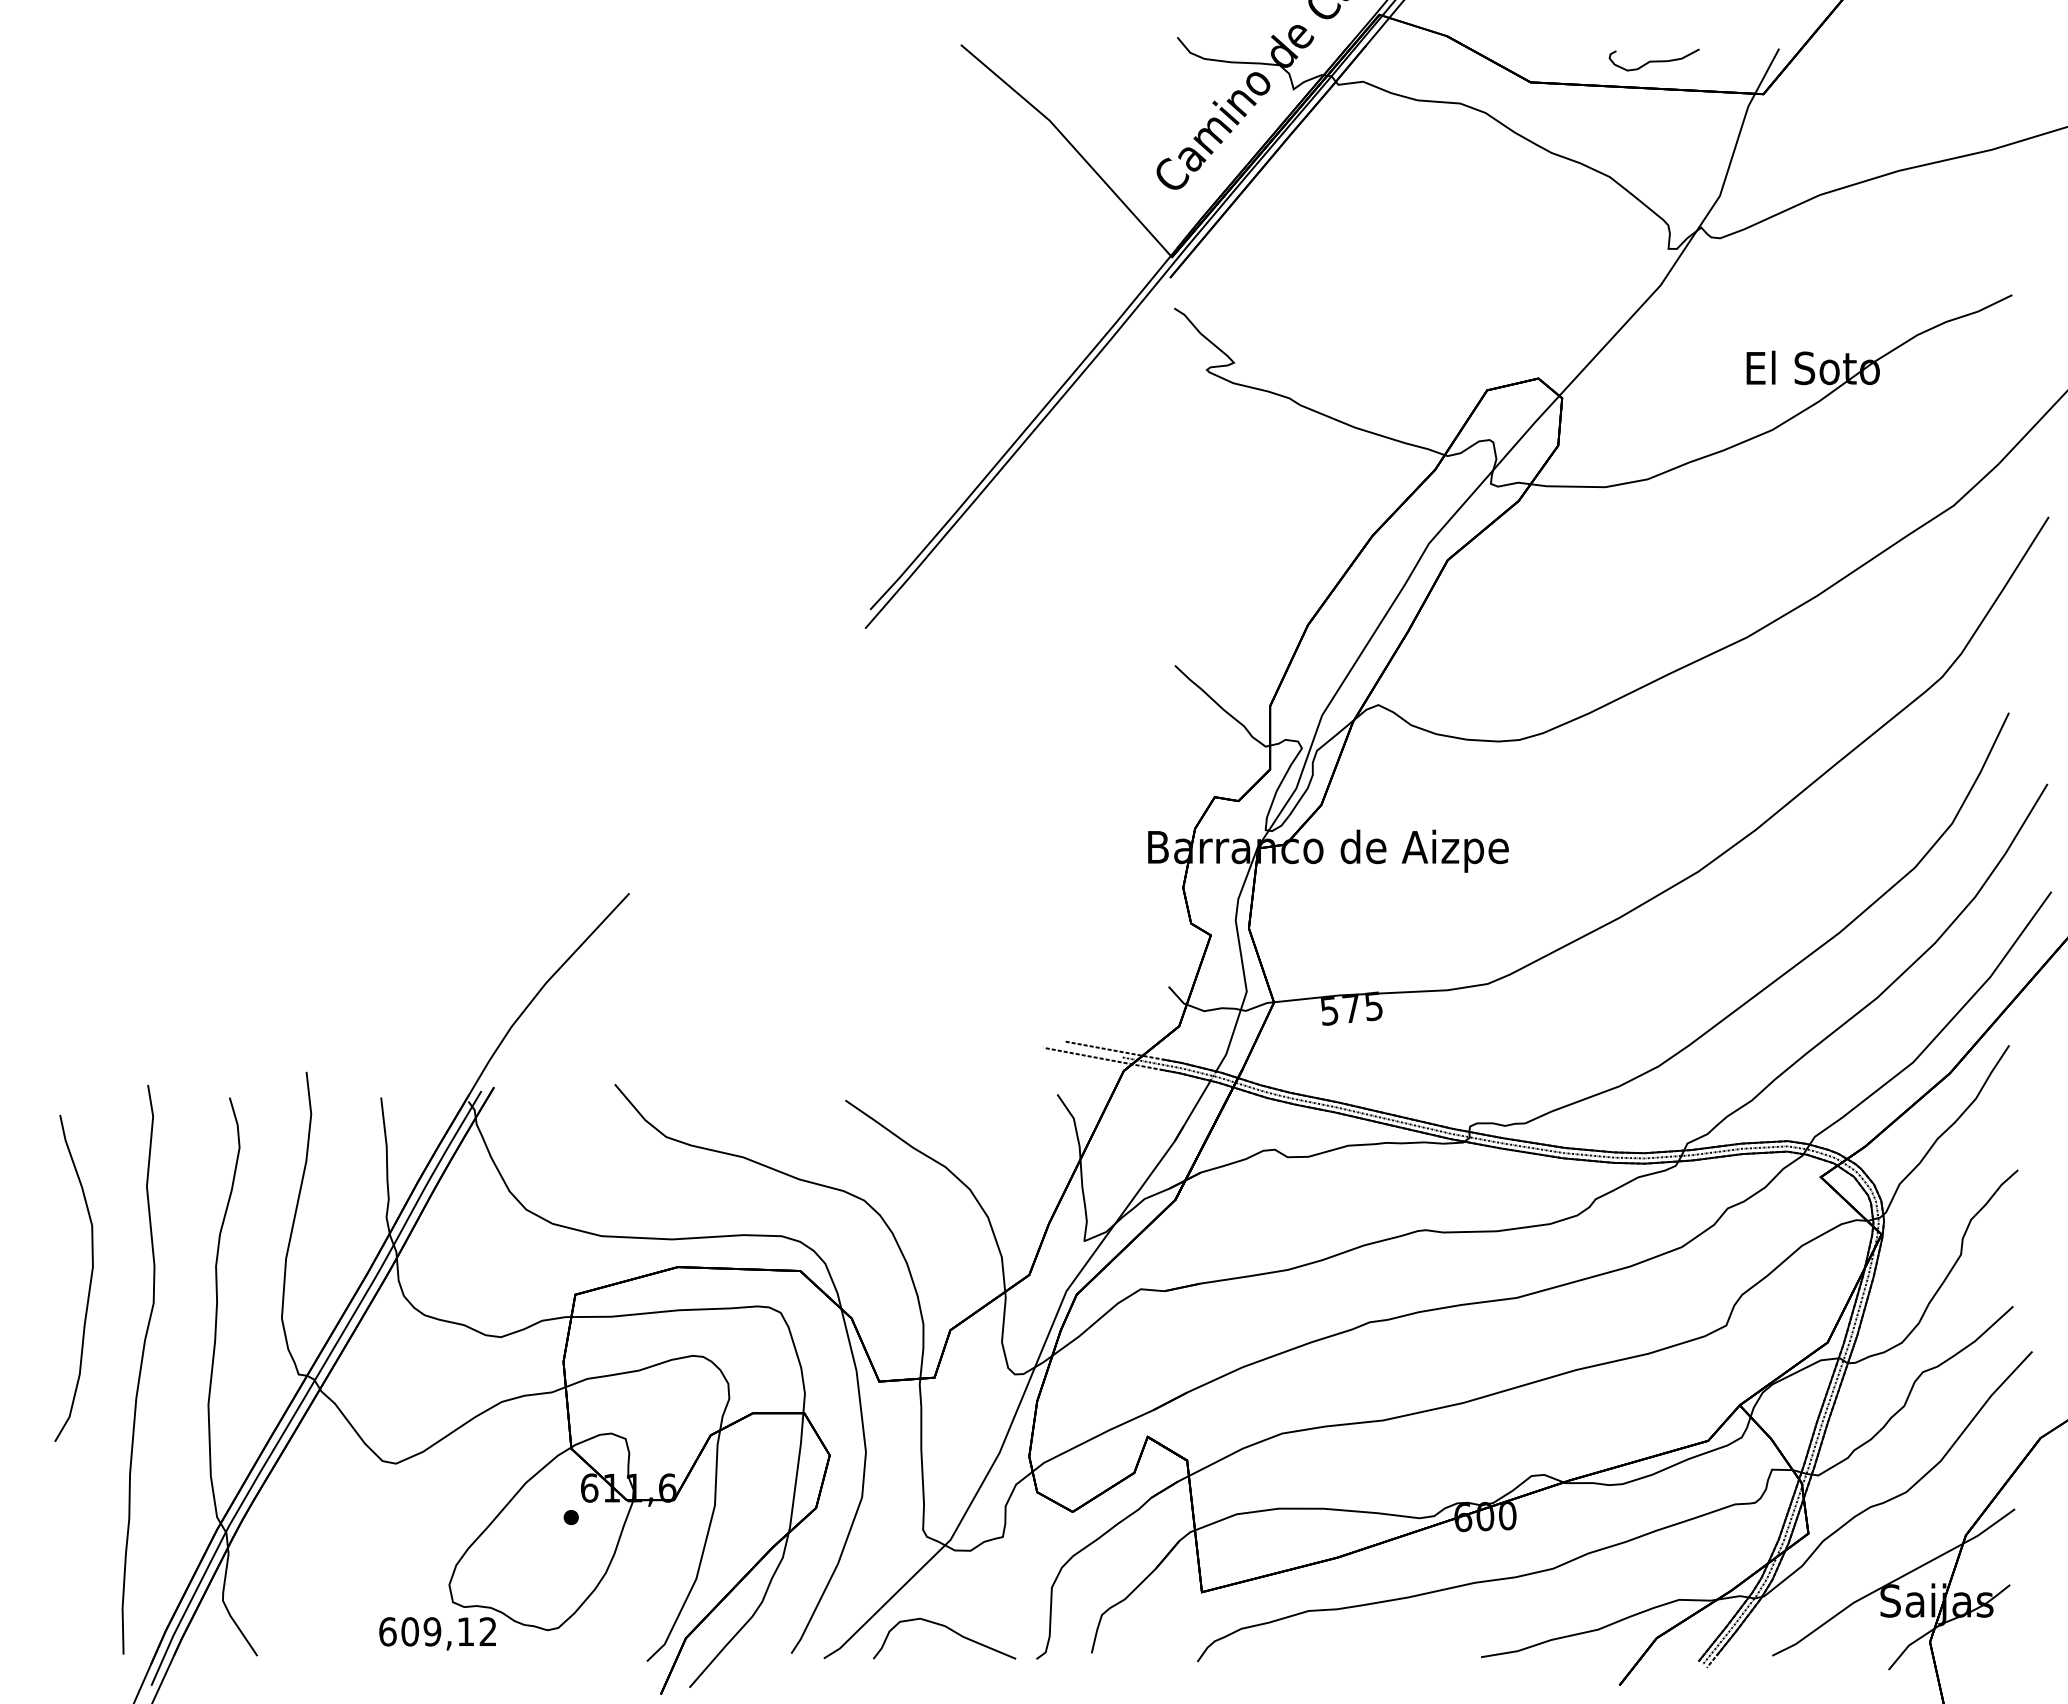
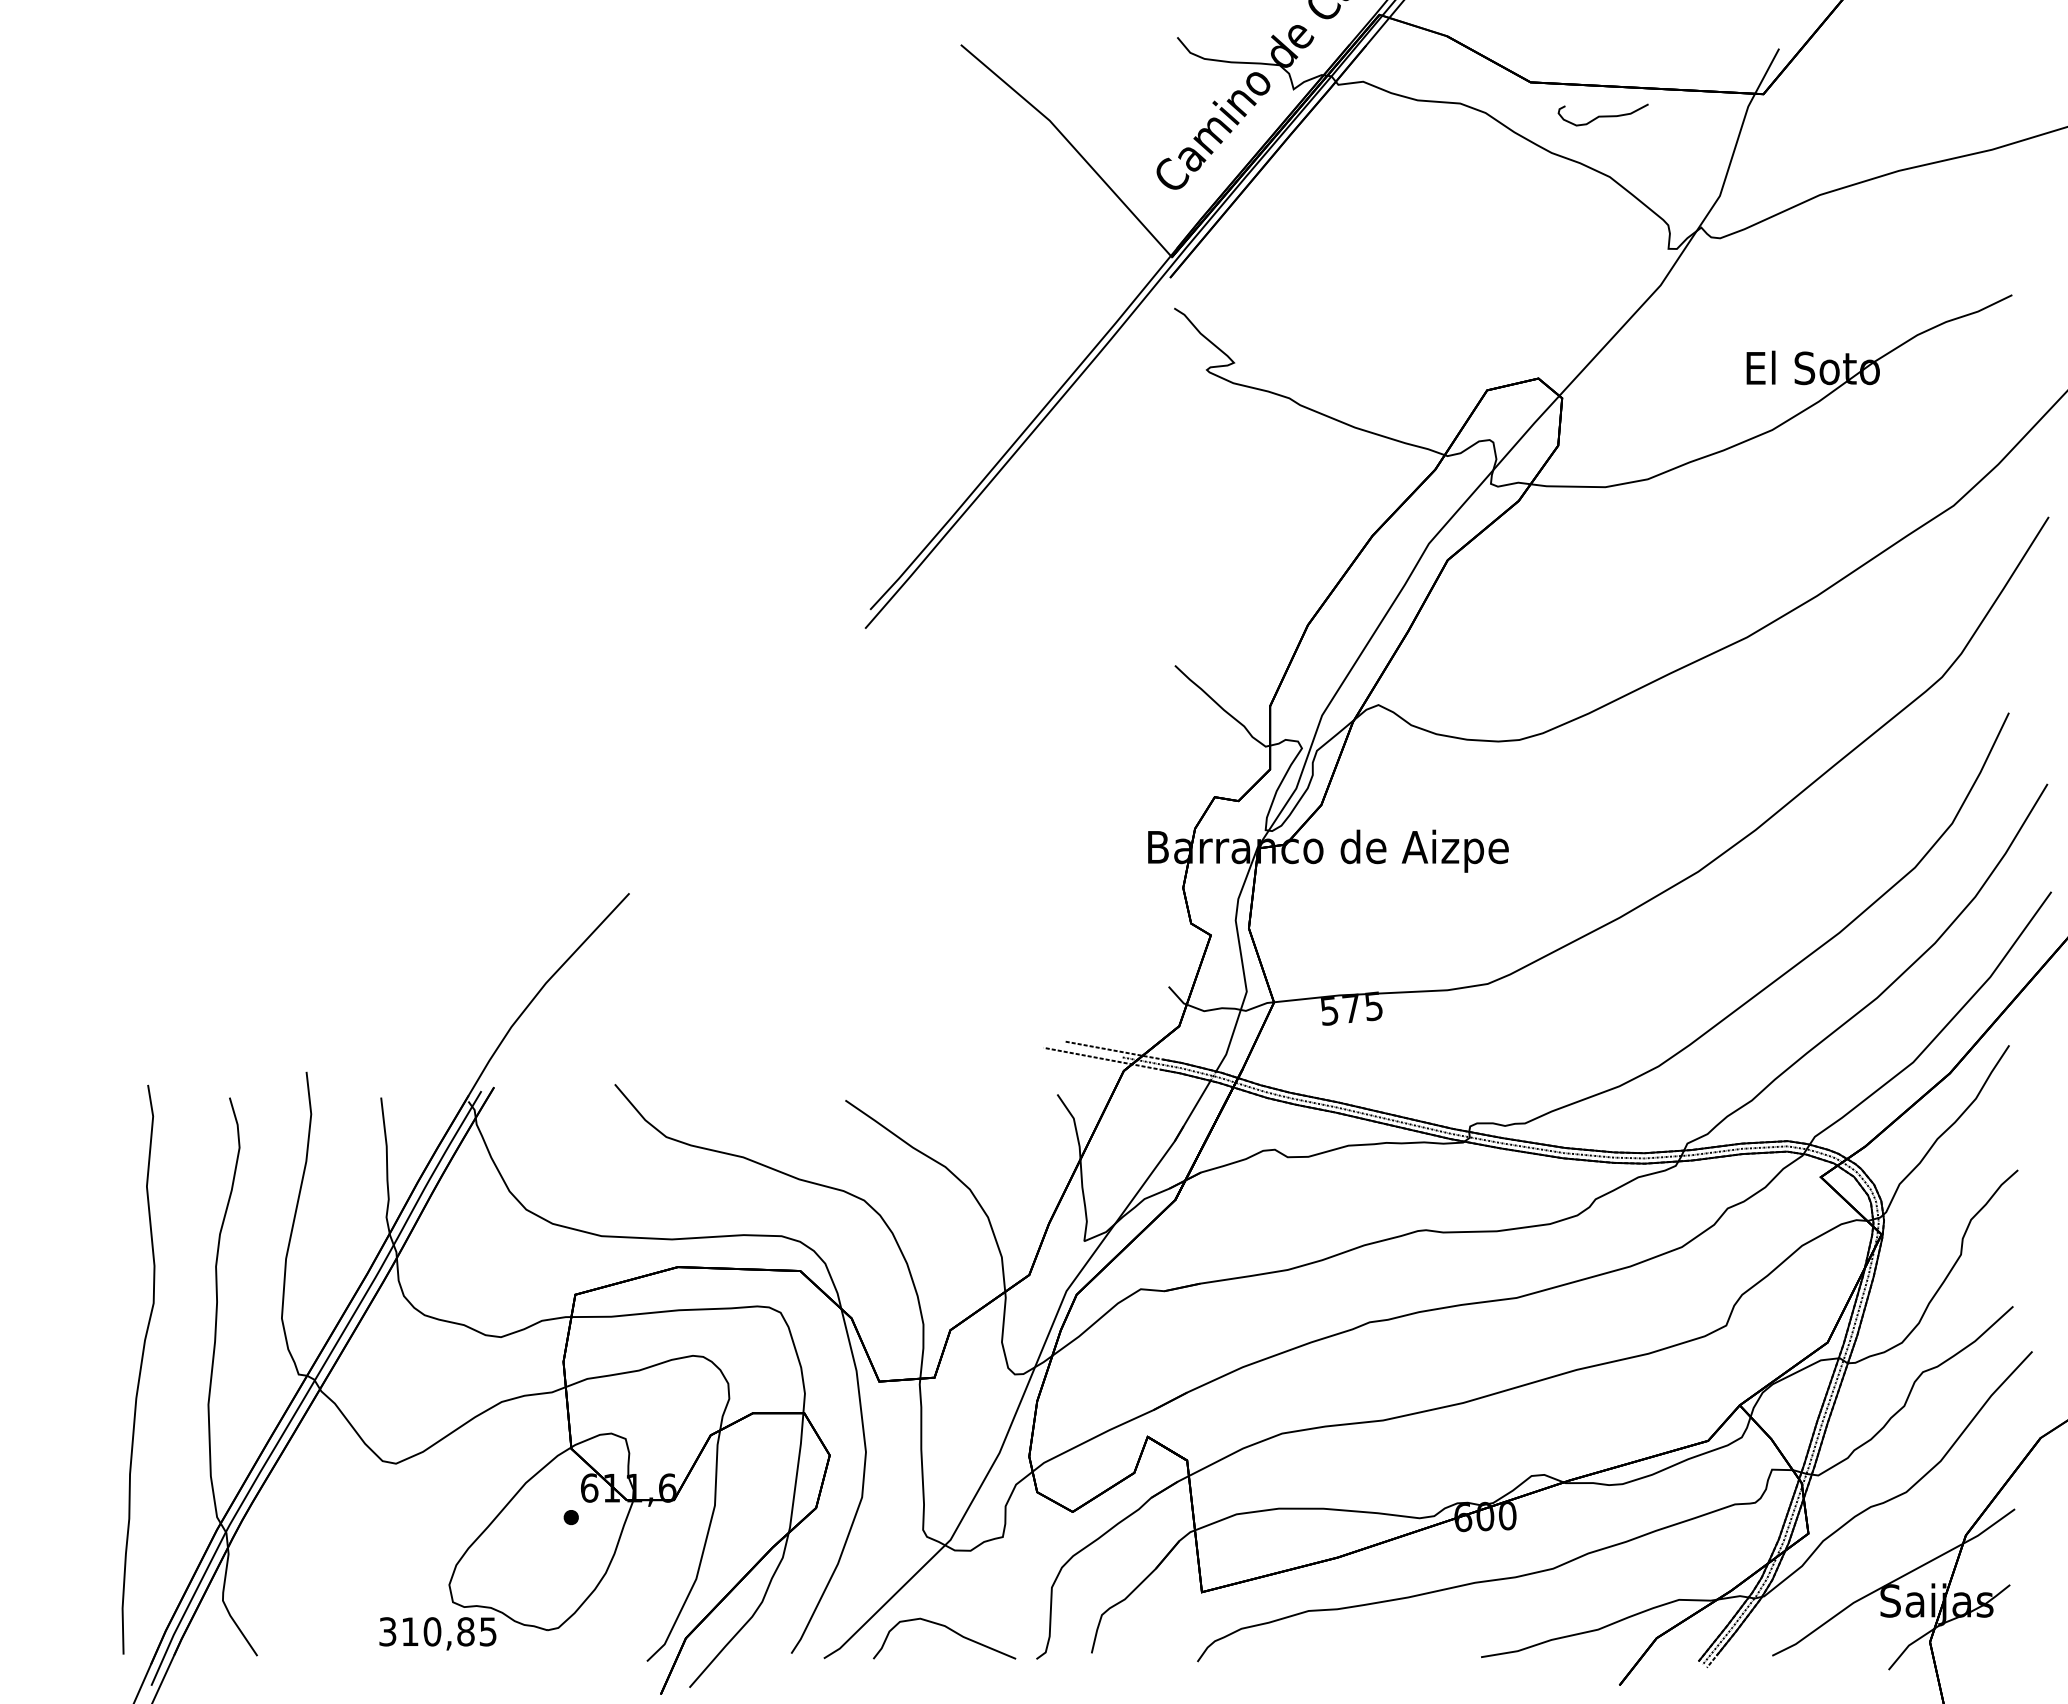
curve at (1653, 60) position: (1653, 60) -> (1602, 115)
part at (89, 1282): present -> none
text at (437, 1631): 609,12 -> 310,85
